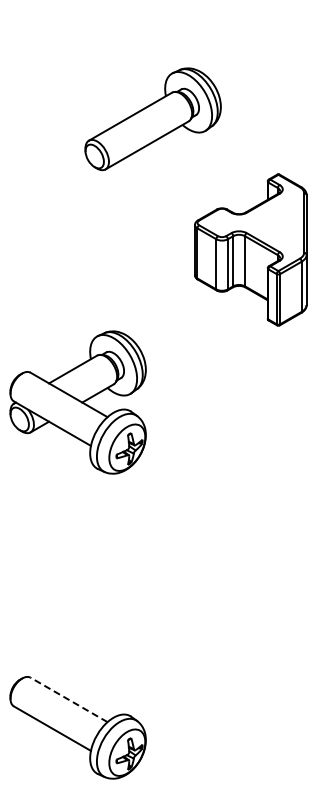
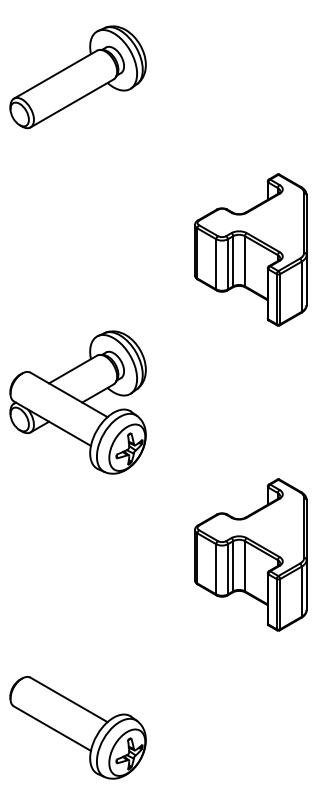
part at (152, 119) position: (152, 119) -> (77, 77)
part at (250, 554): none -> present
line at (68, 699): dashed -> solid
